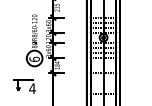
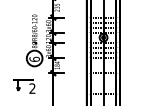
text at (32, 88): 4 -> 2
